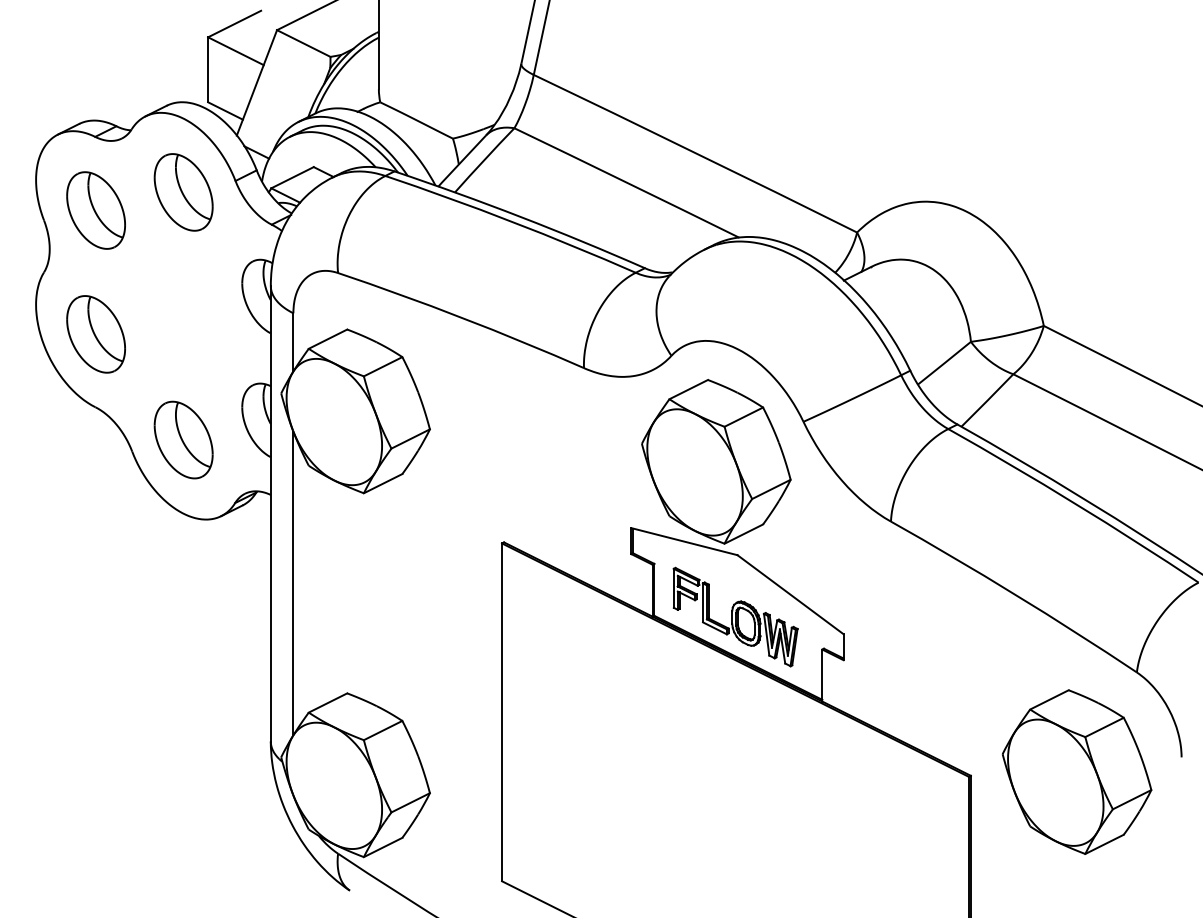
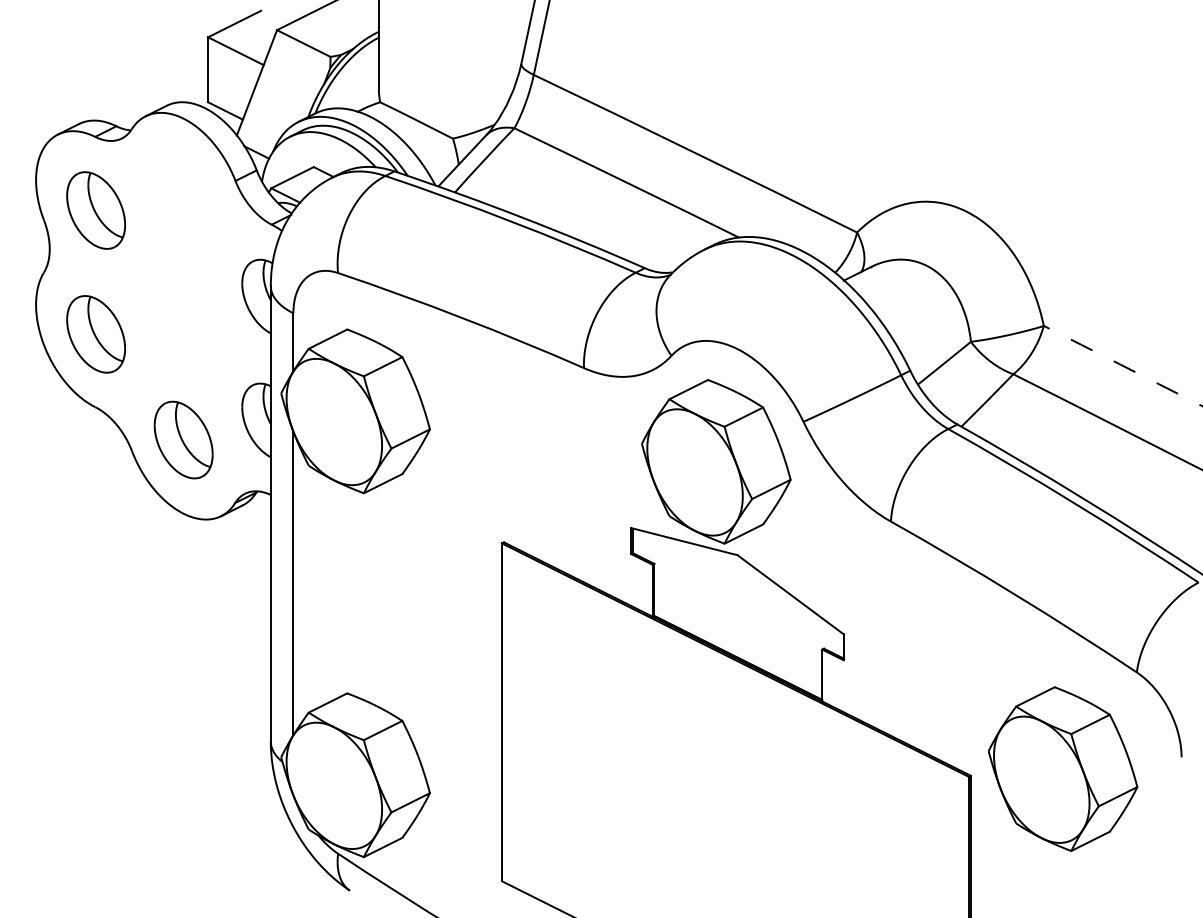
part at (183, 192): present -> none
arc at (1122, 365): solid -> dashed
part at (735, 616): present -> none
part at (1076, 771) position: (1076, 771) -> (1062, 768)
